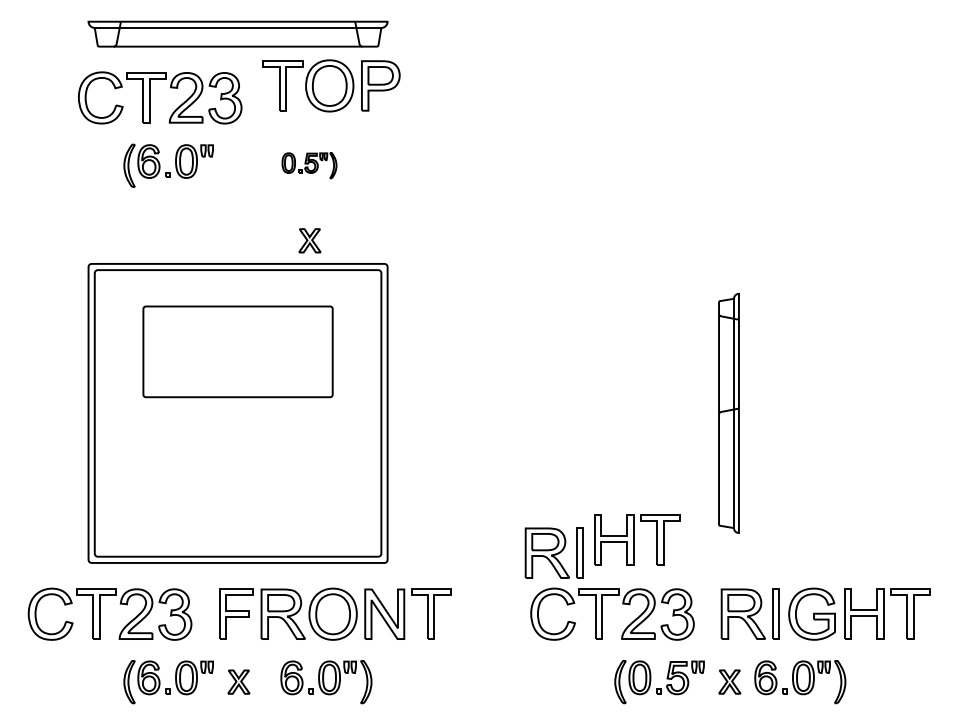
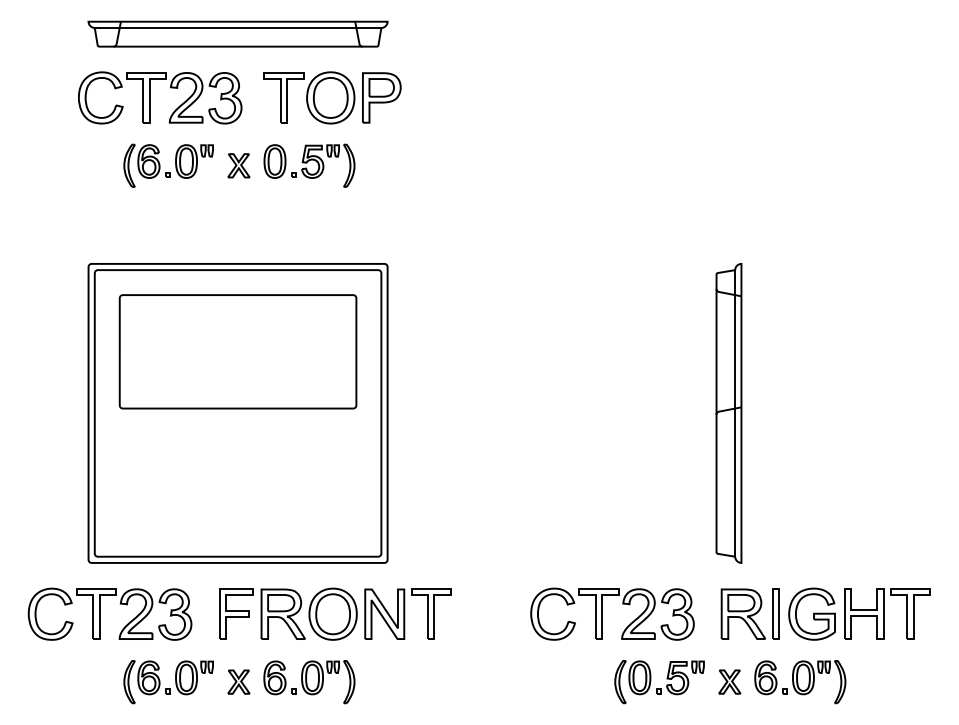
part at (331, 85) position: (331, 85) -> (332, 97)
part at (309, 165) size: 57x28 px -> 93x45 px
part at (309, 240) position: (309, 240) -> (238, 165)
part at (237, 351) size: 192x94 px -> 240x116 px
part at (728, 412) size: 22x242 px -> 28x301 px
part at (637, 539): present -> none
part at (553, 552): present -> none
part at (326, 682) position: (326, 682) -> (309, 682)
